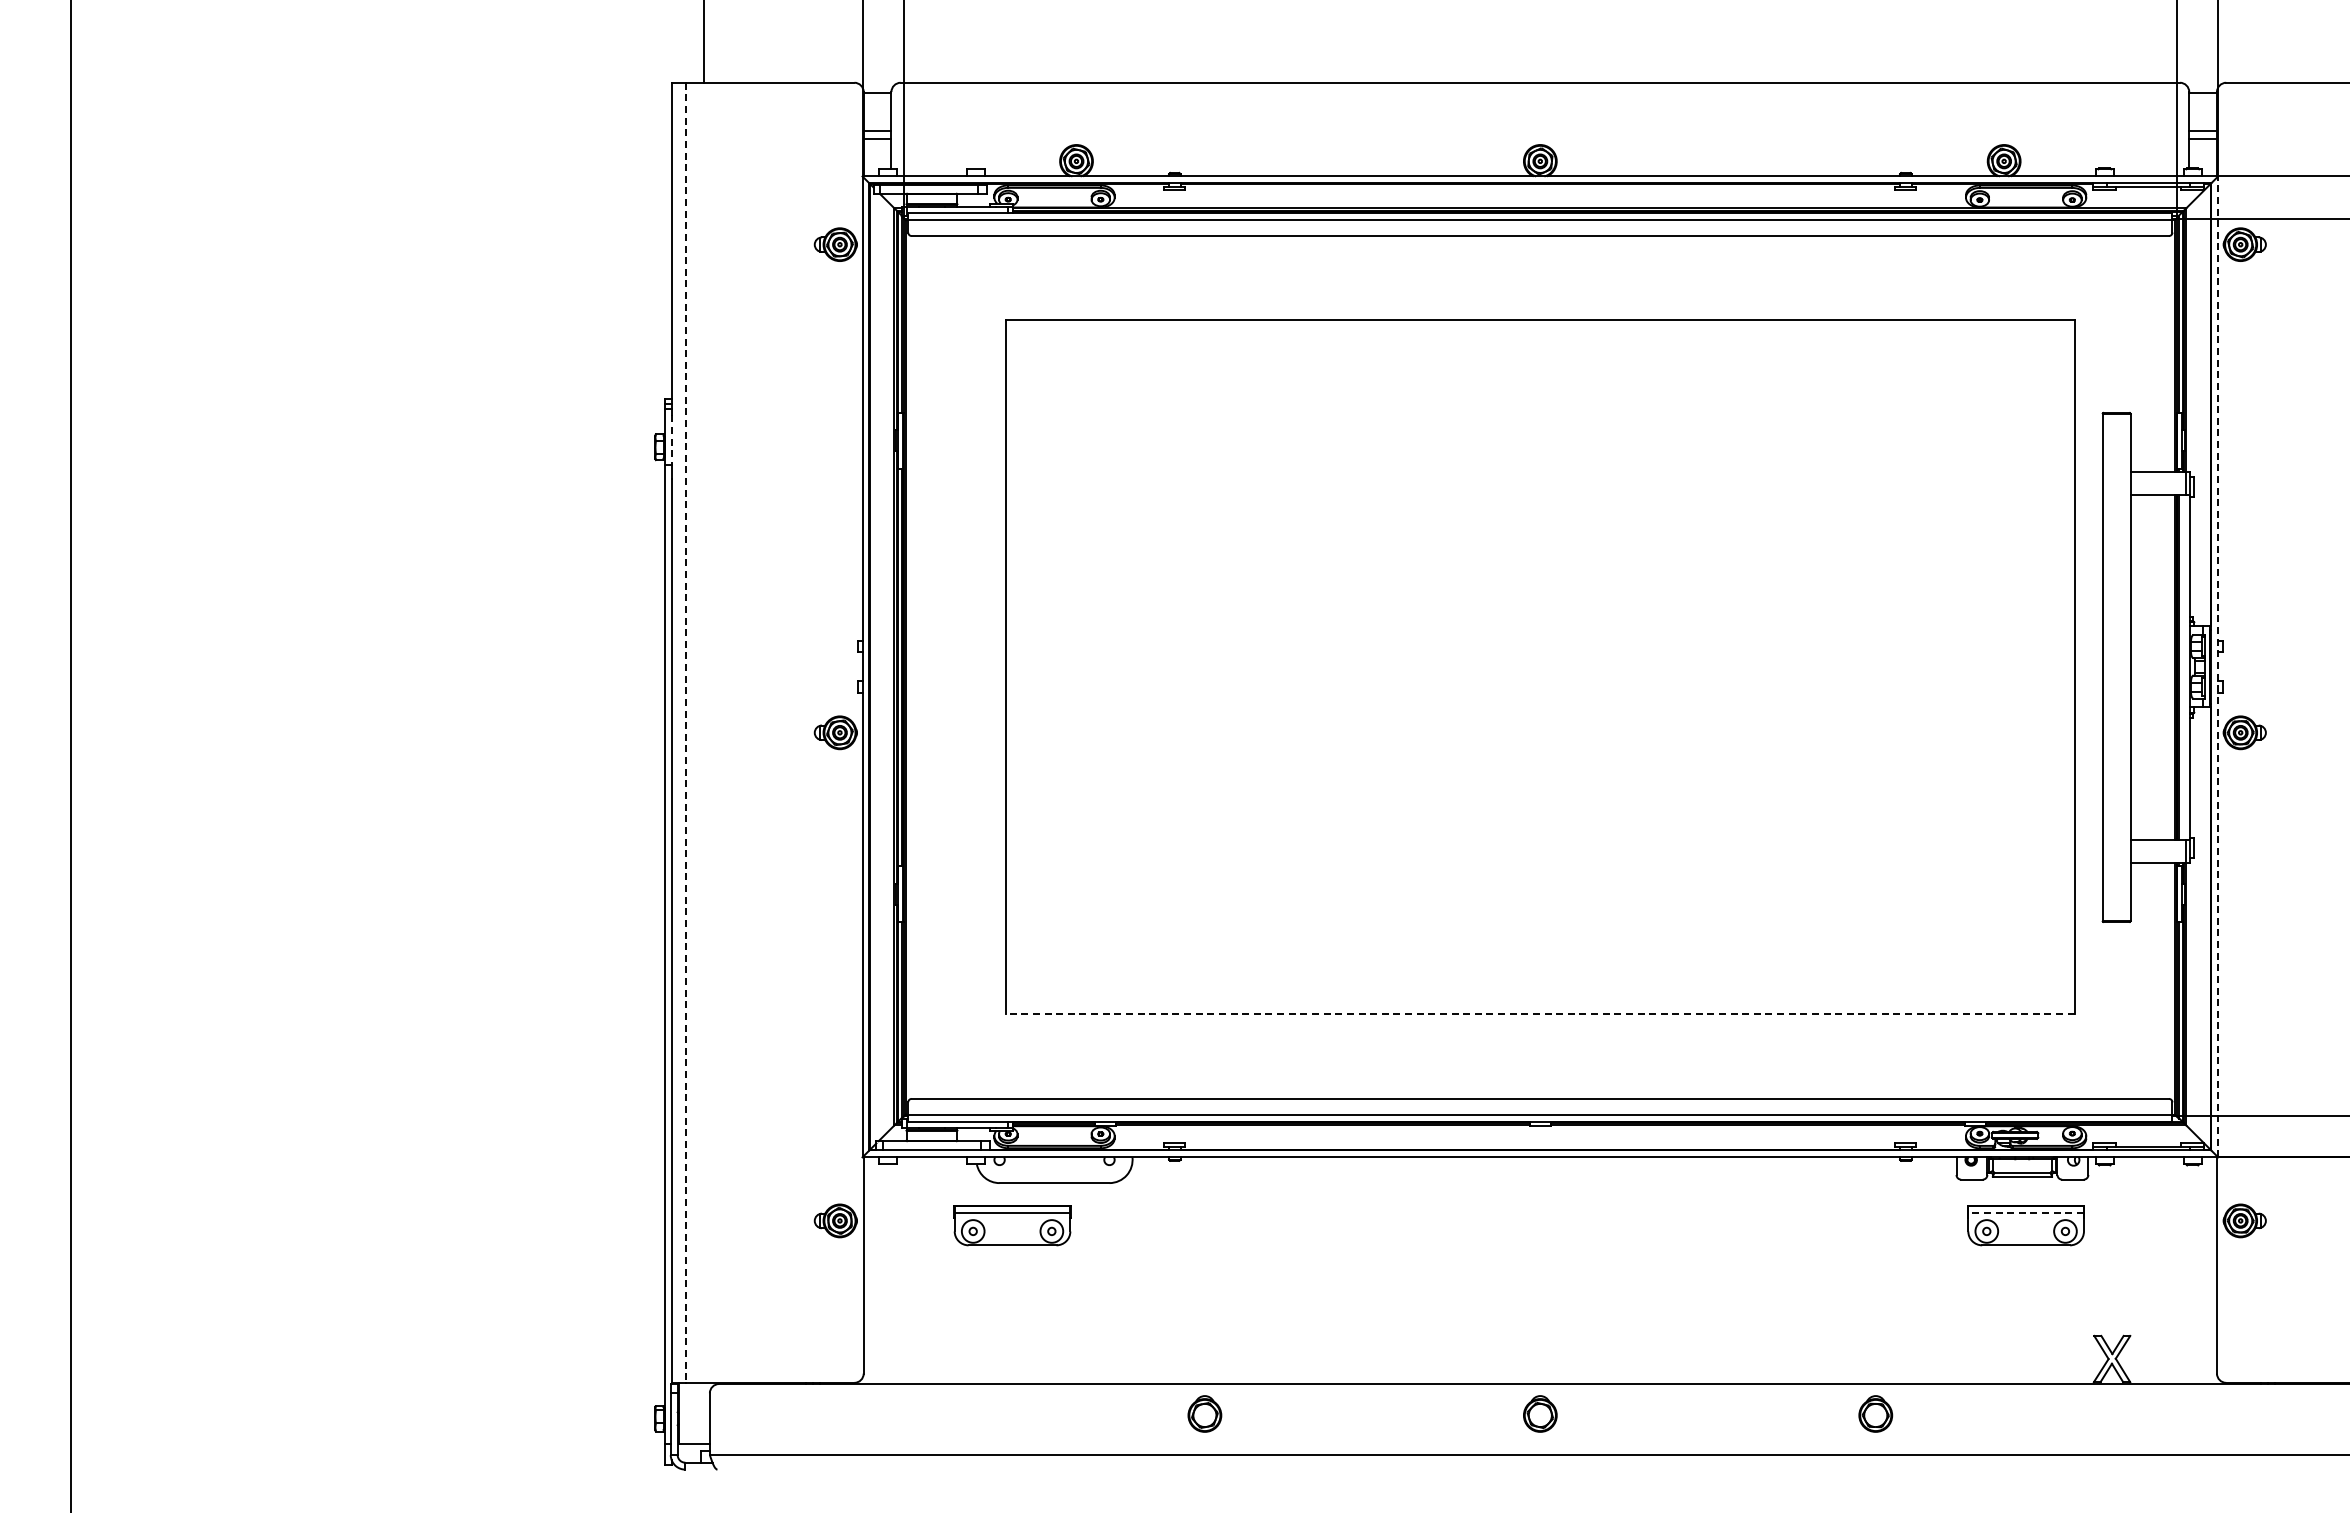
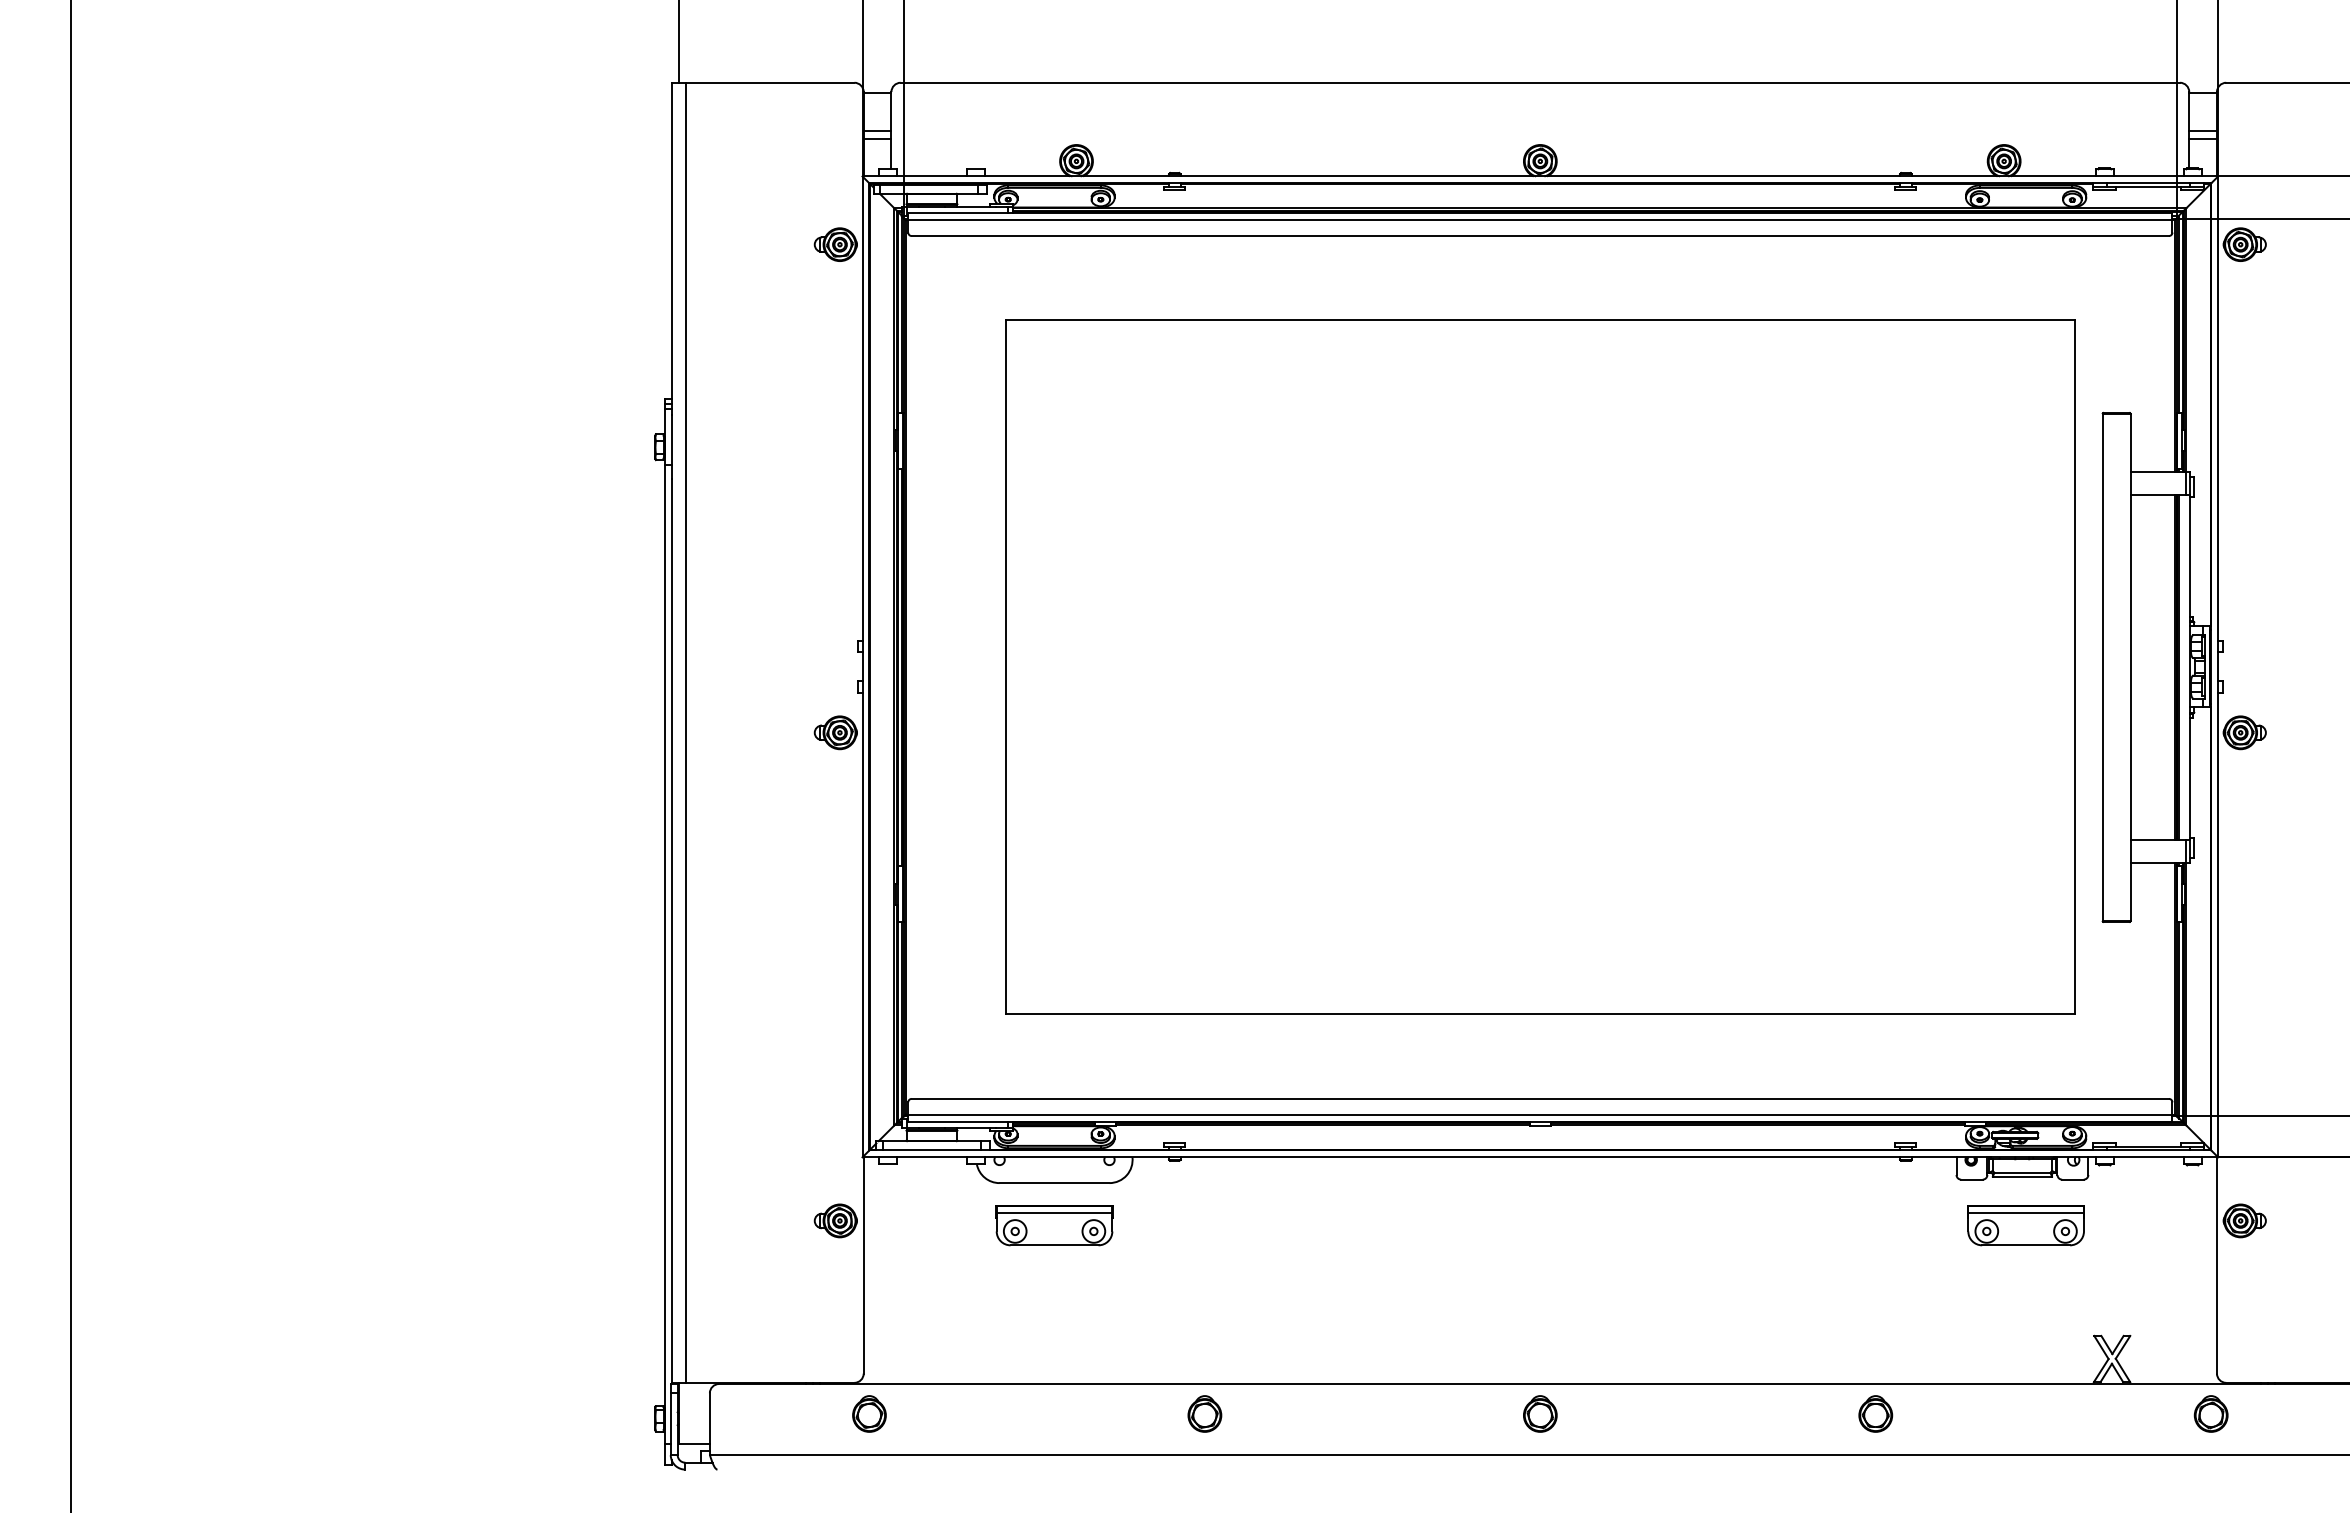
line at (703, 42) position: (703, 42) -> (678, 42)
line at (671, 440): dashed -> solid
line at (2218, 666): dashed -> solid
line at (686, 733): dashed -> solid
line at (1539, 1014): dashed -> solid
line at (2026, 1213): dashed -> solid
part at (1012, 1225) position: (1012, 1225) -> (1054, 1225)
part at (869, 1413): none -> present
part at (2210, 1413): none -> present
